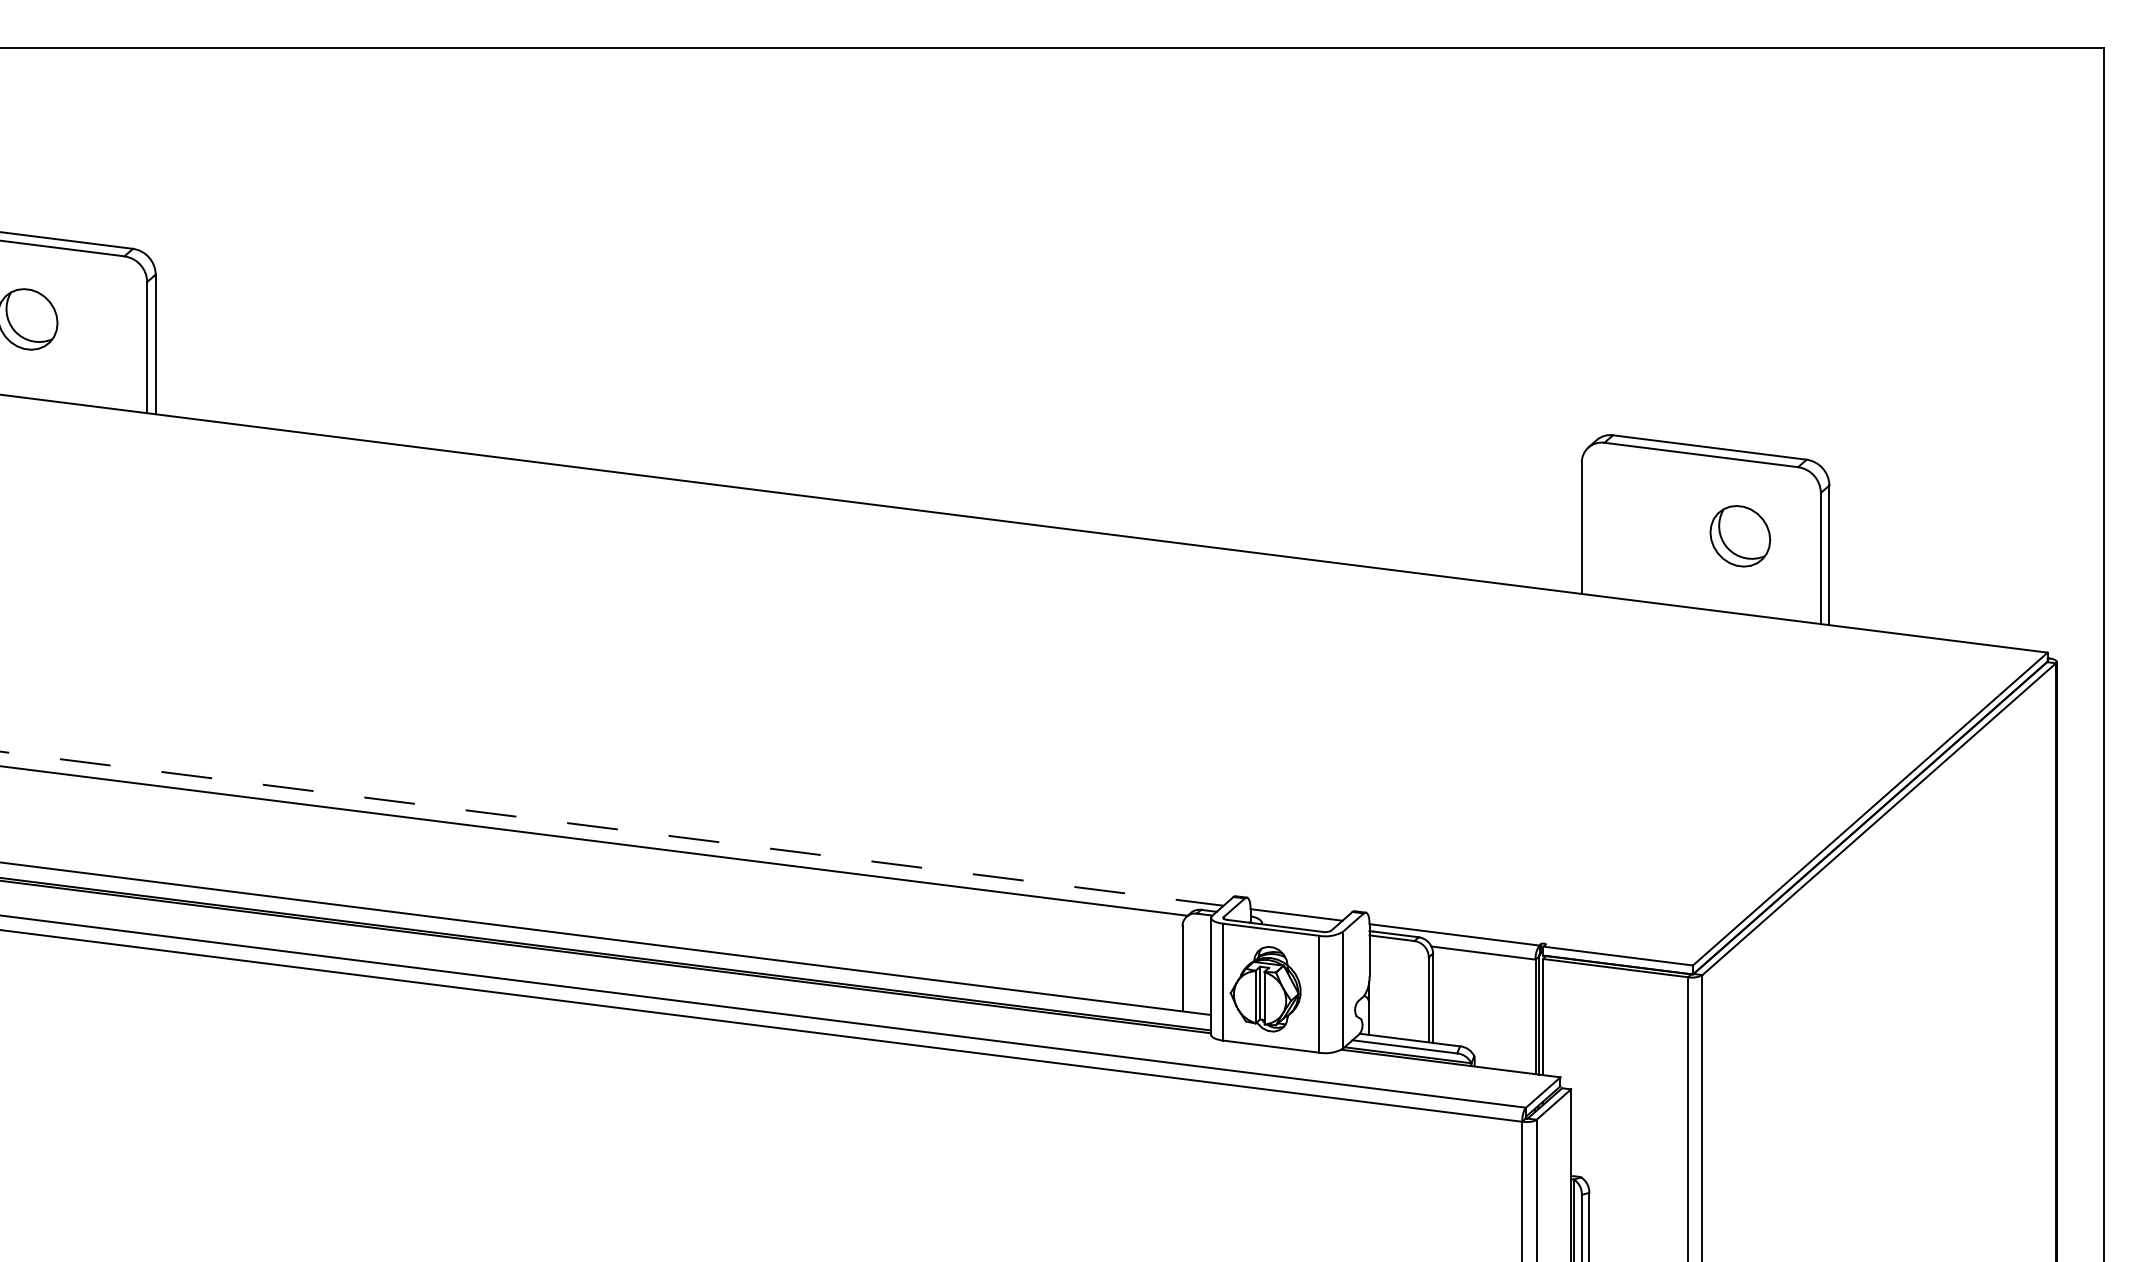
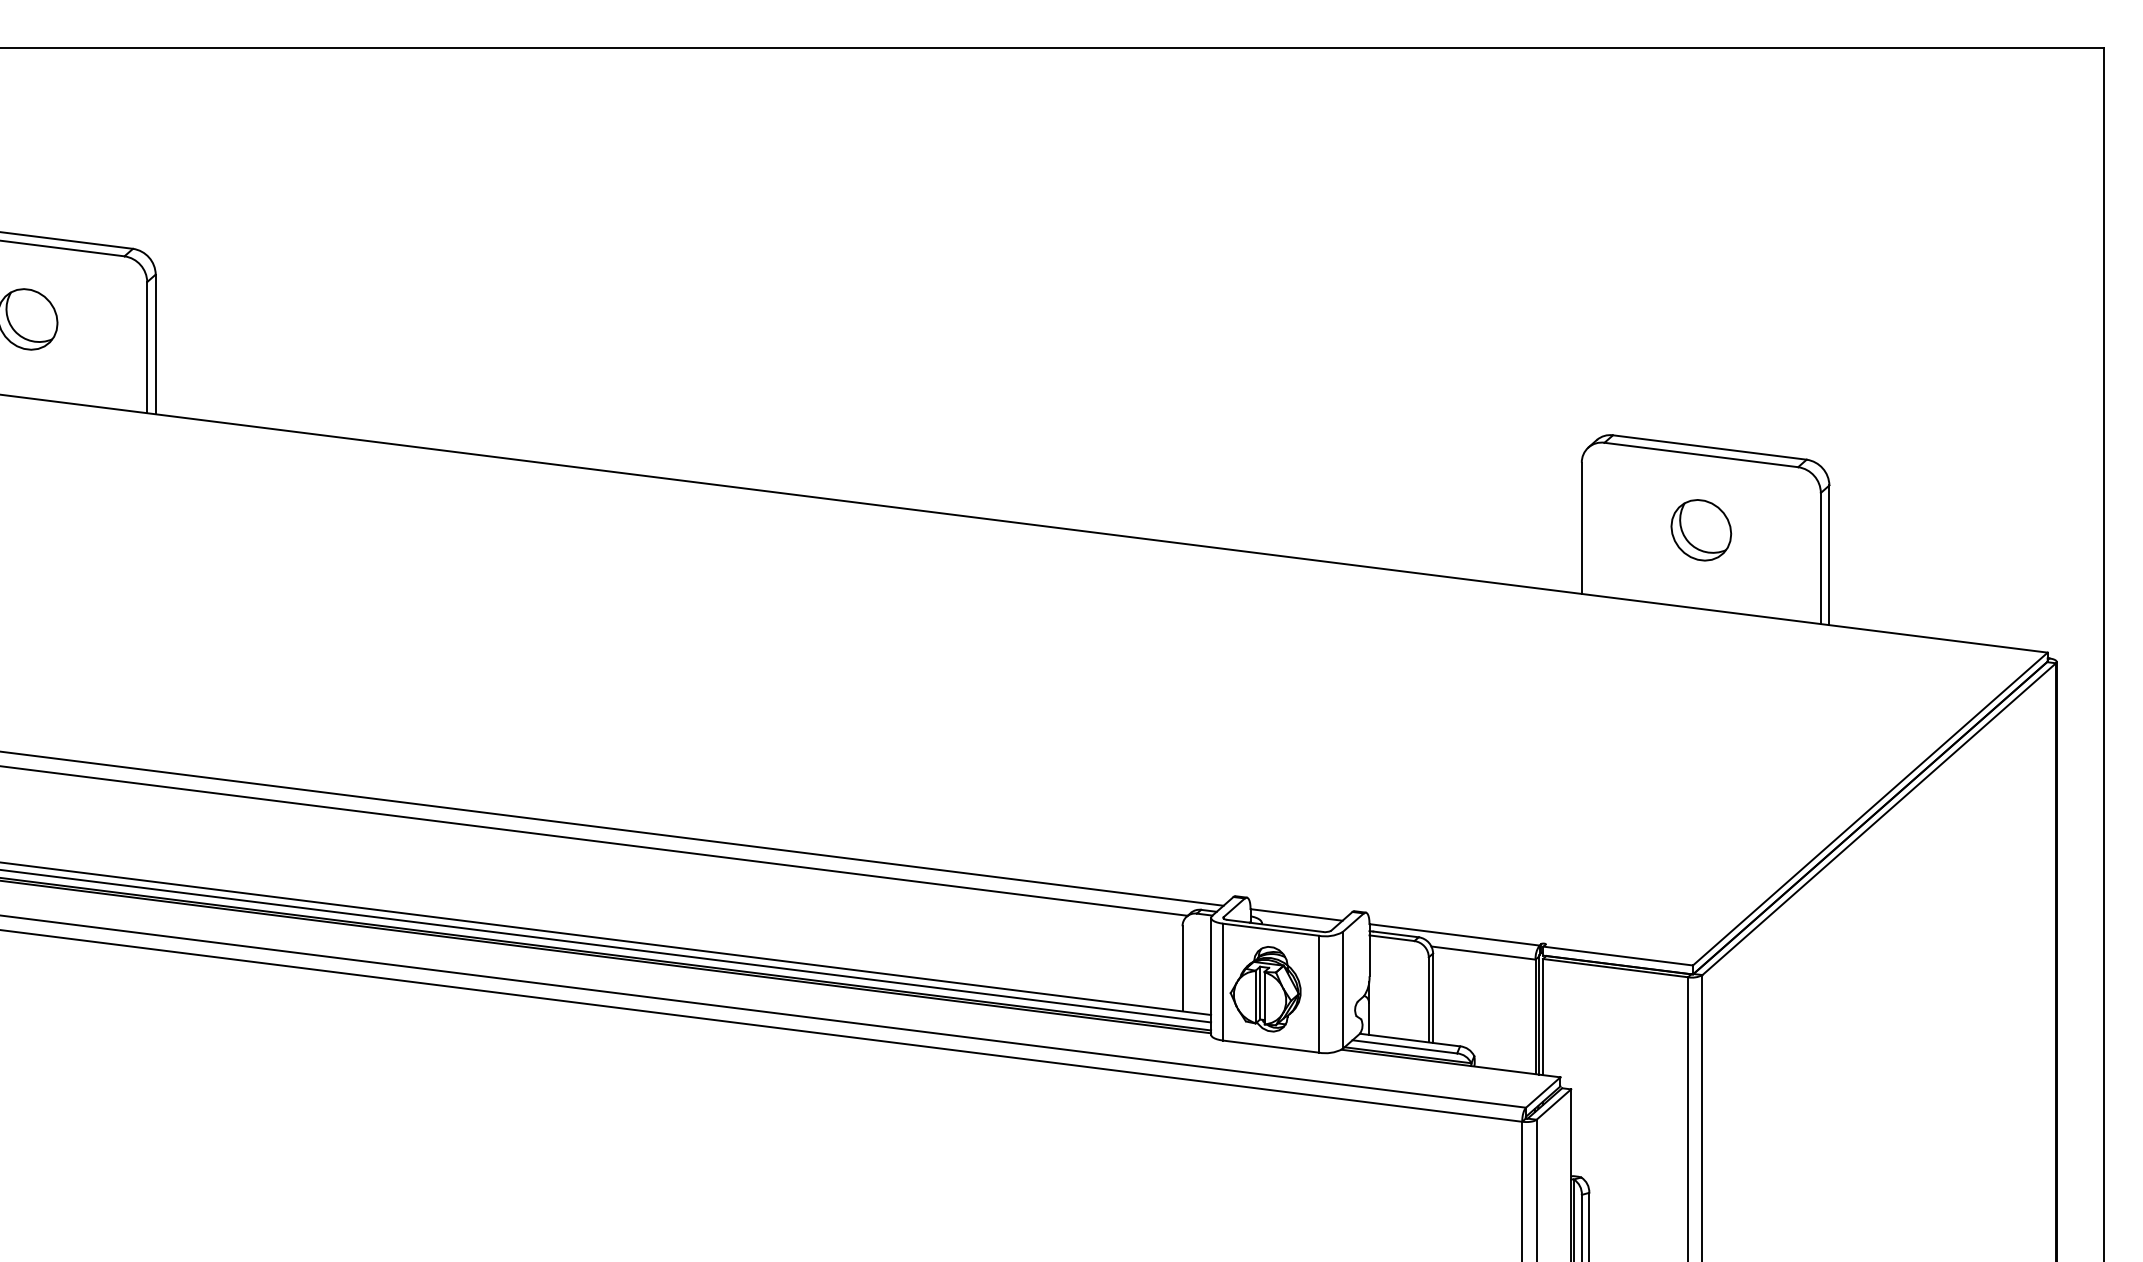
part at (1740, 536) position: (1740, 536) -> (1701, 530)
line at (612, 828): dashed -> solid
line at (606, 946): none -> present
